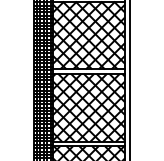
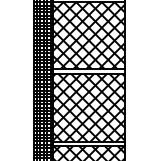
line at (129, 79): present -> none
